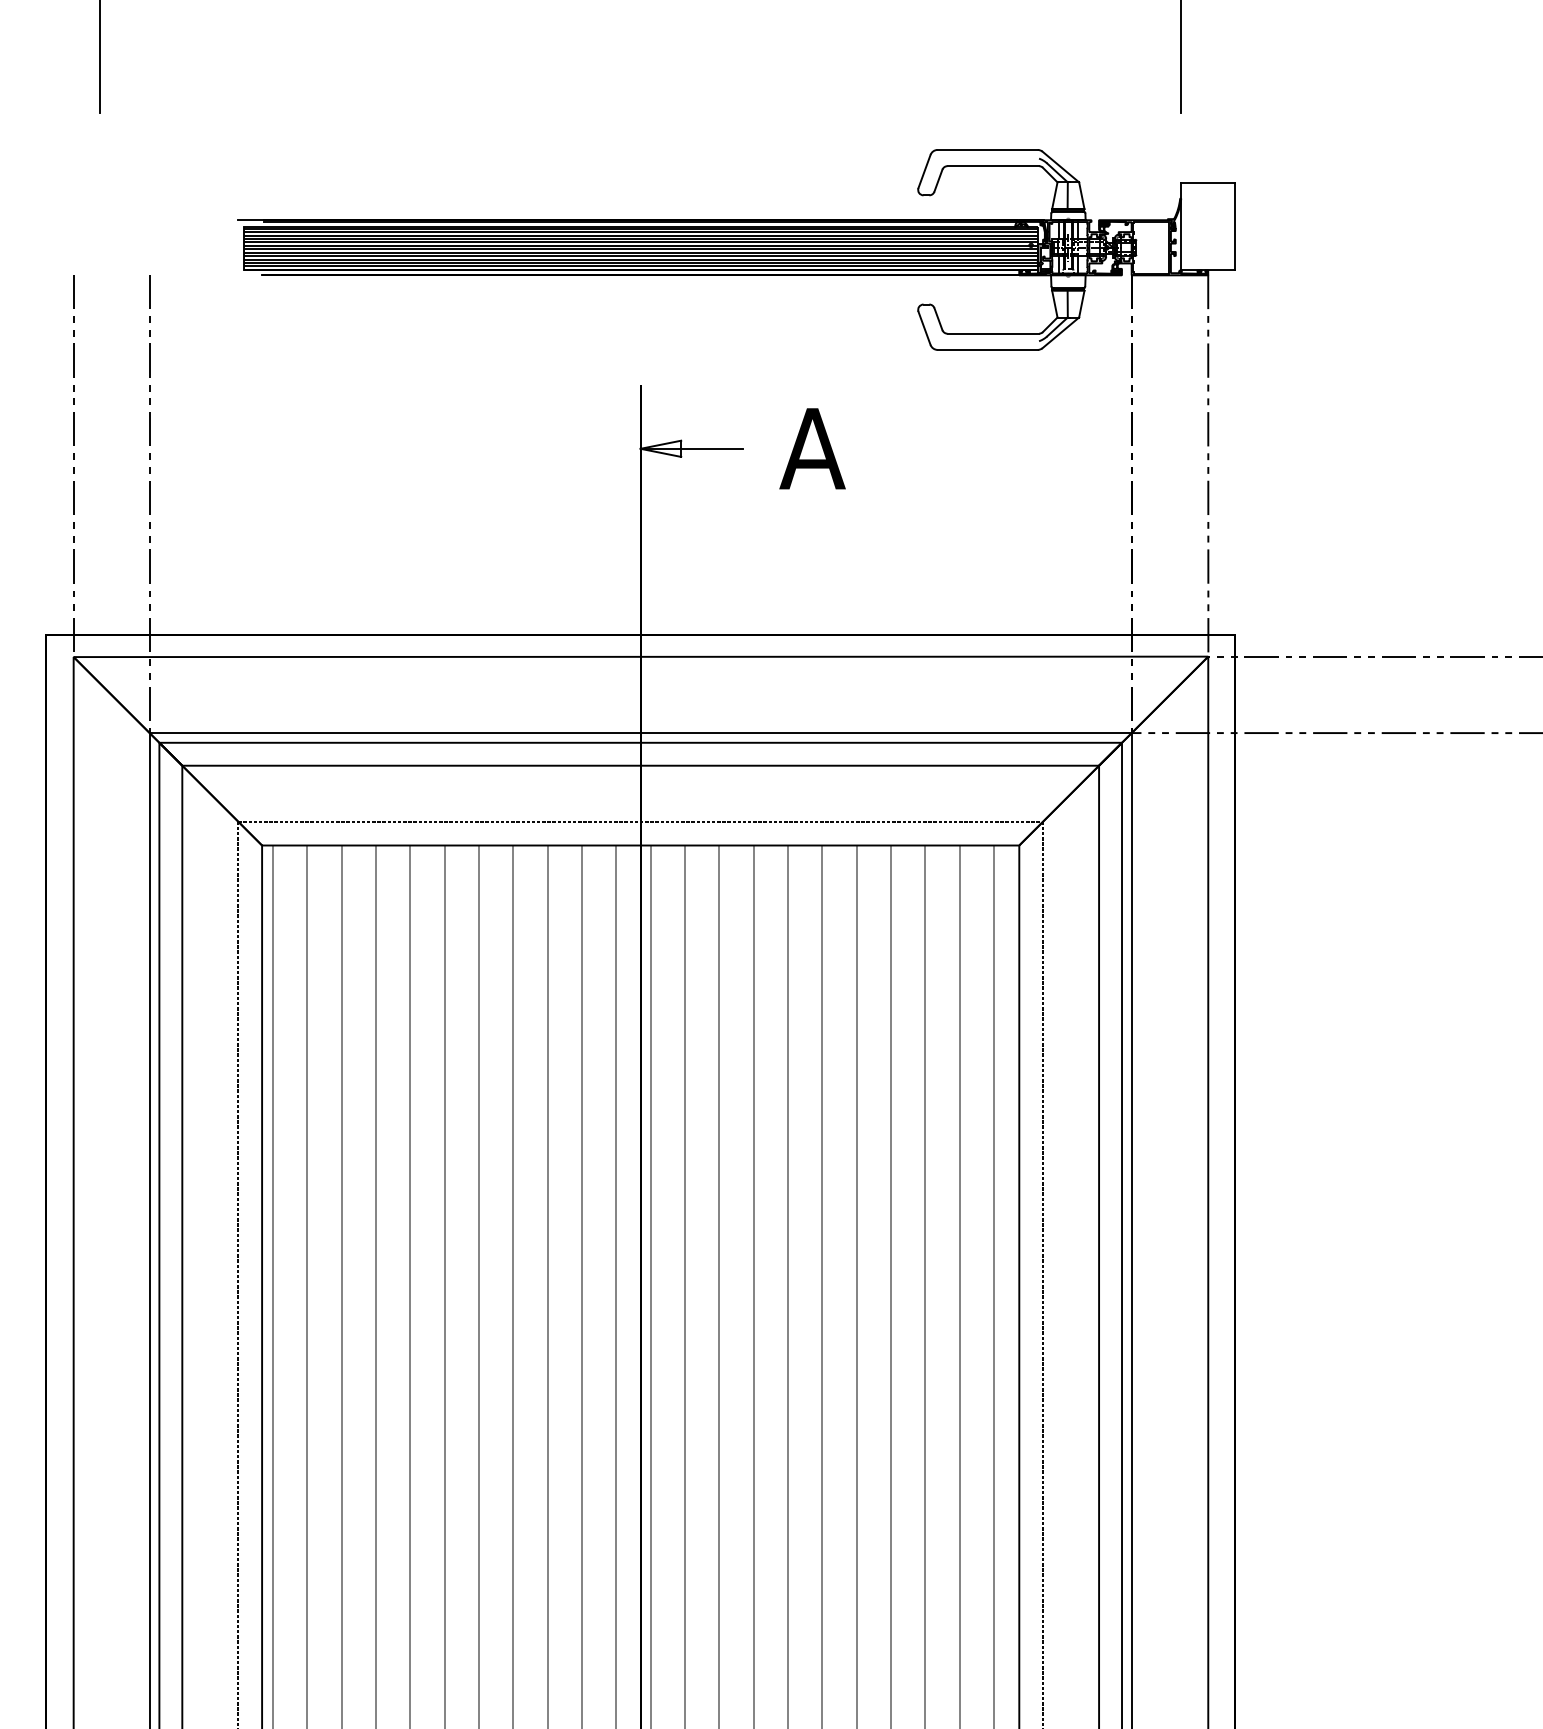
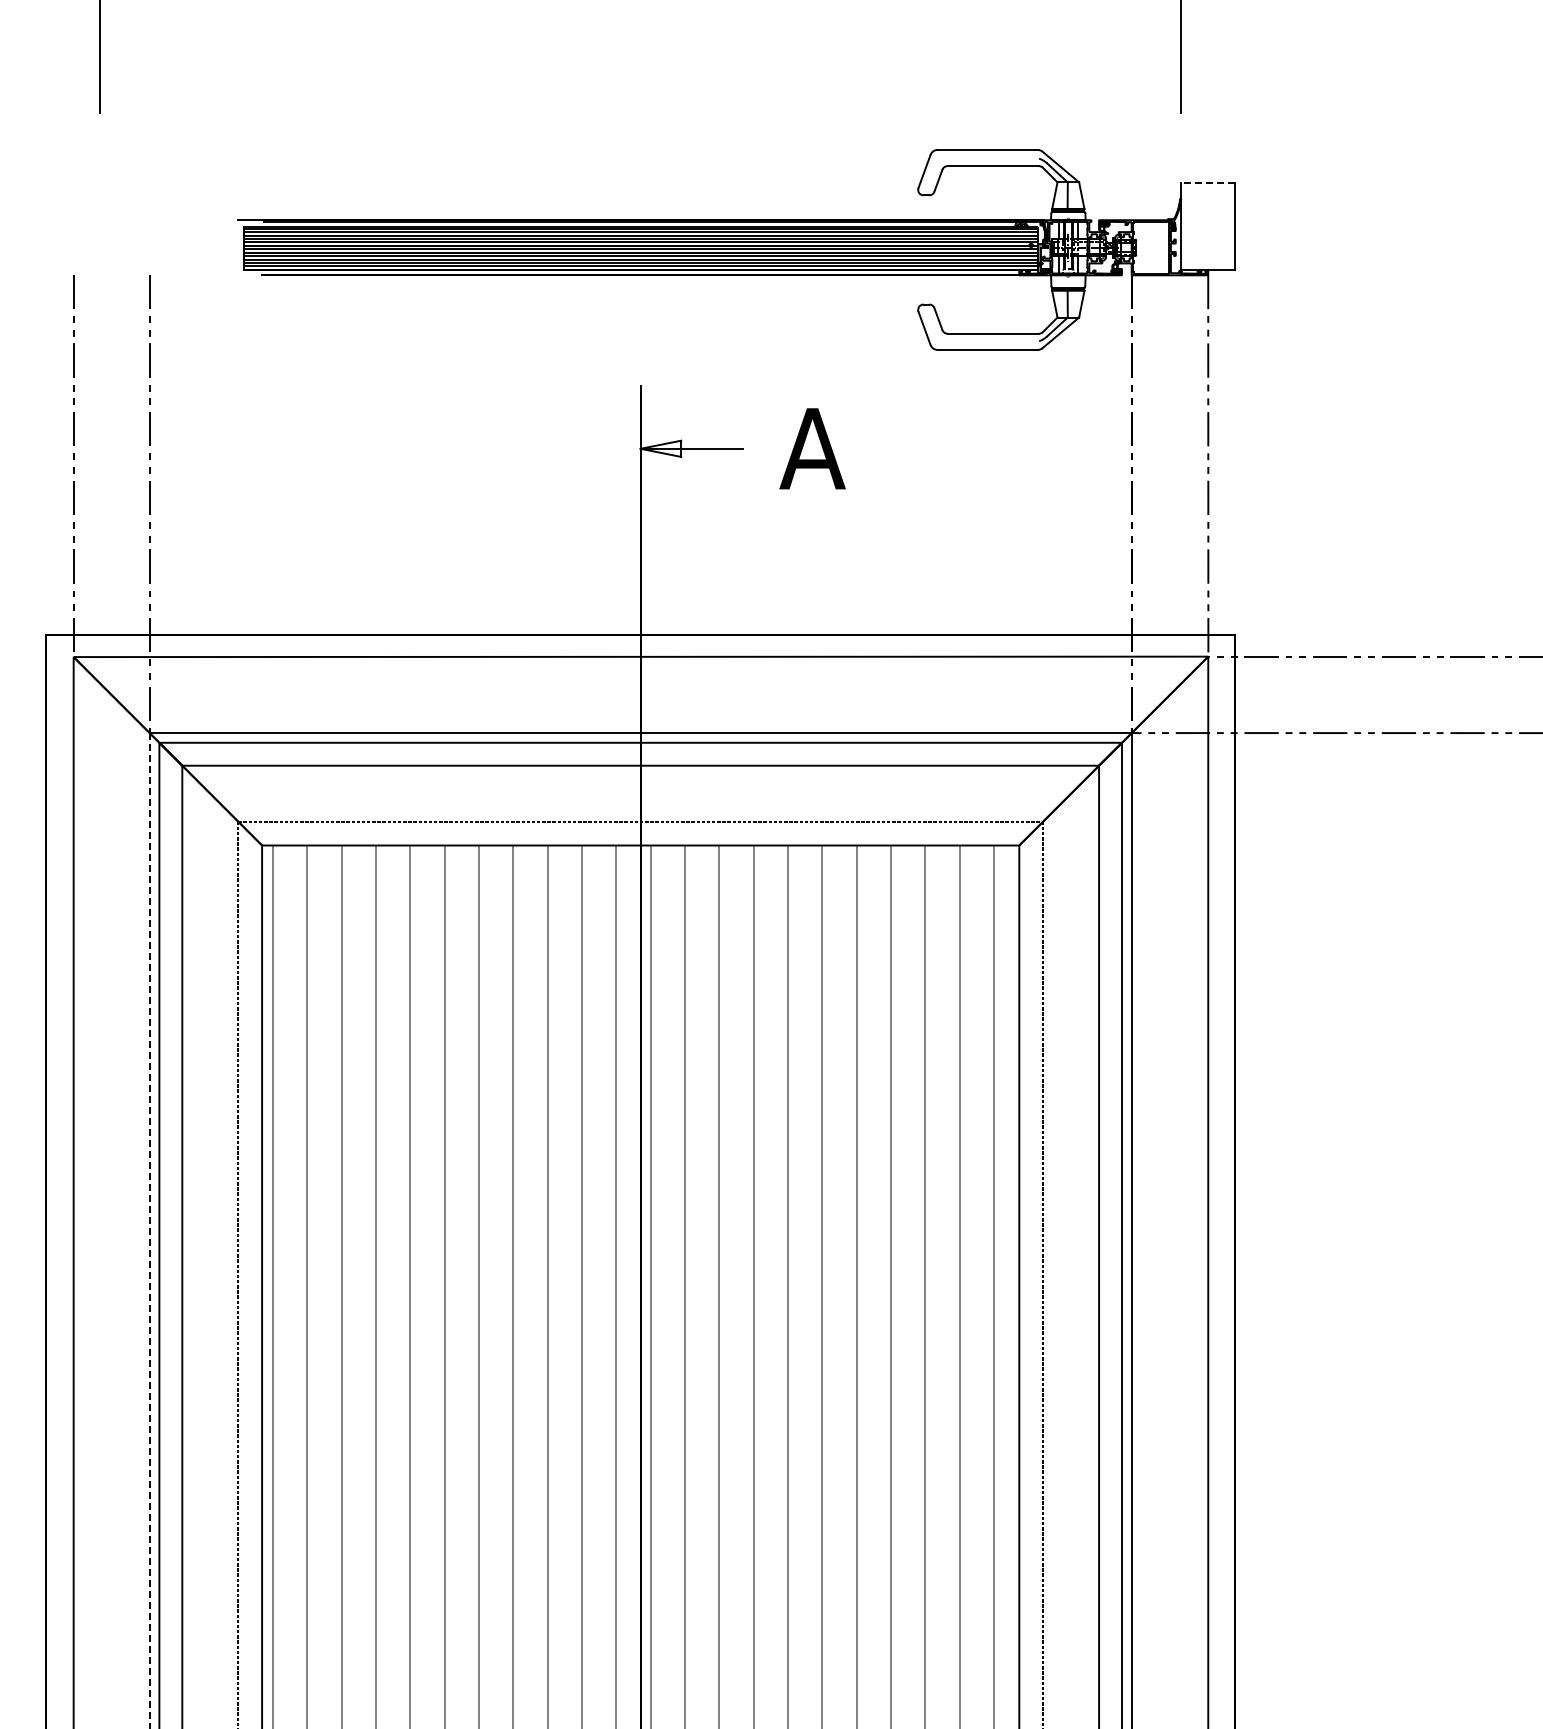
line at (1207, 182): solid -> dashed
line at (149, 1231): solid -> dashed
